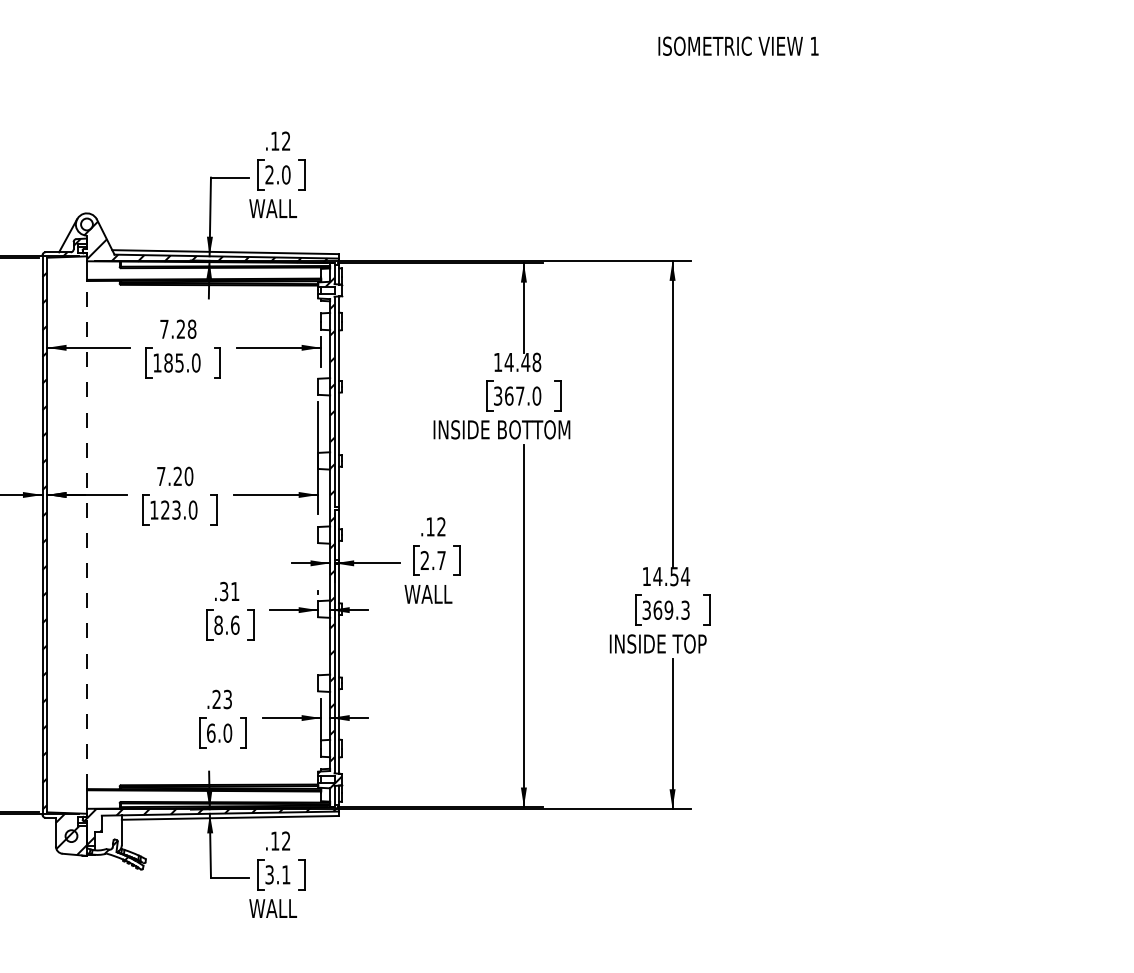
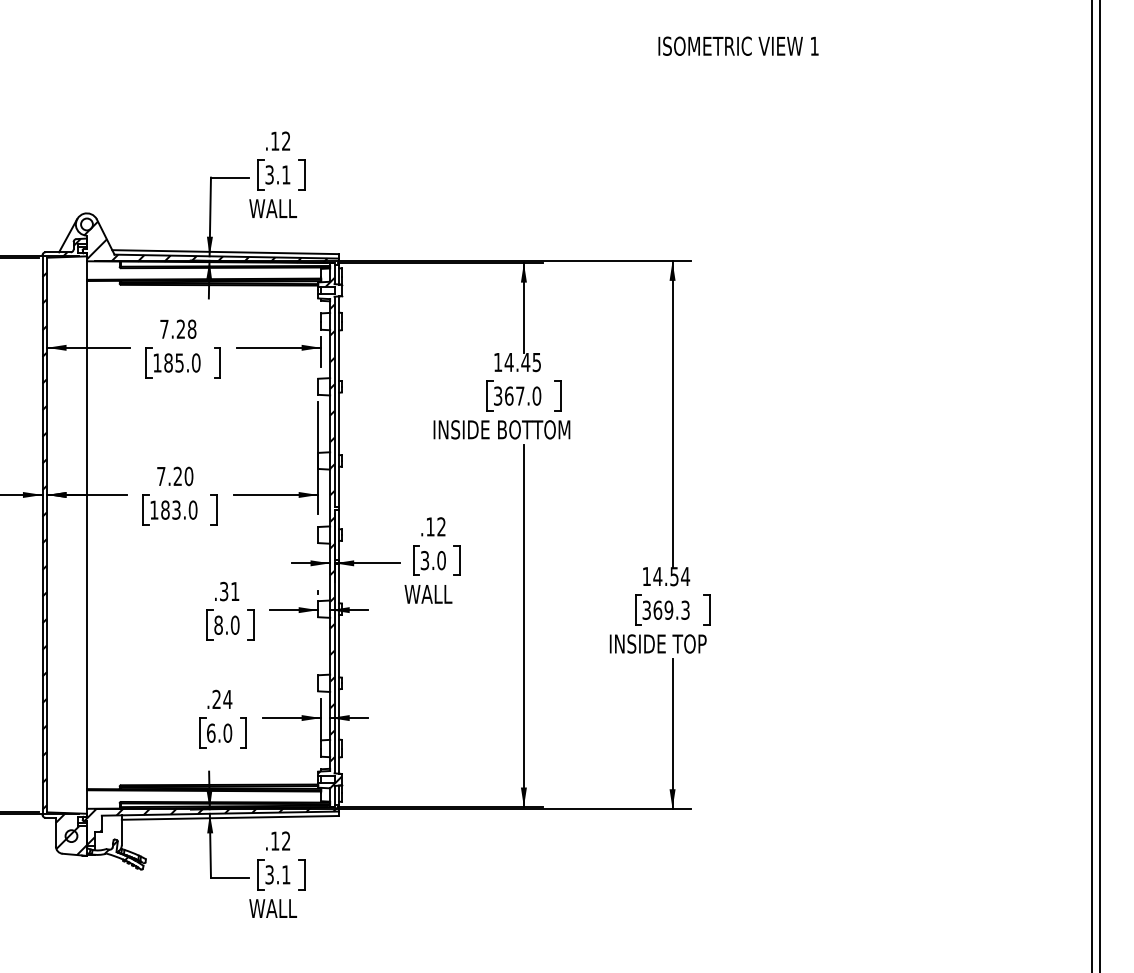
text at (277, 174): 2.0 -> 3.1
text at (536, 362): 14.48 -> 14.45
line at (1091, 485): none -> present
line at (1099, 485): none -> present
text at (165, 509): 123.0 -> 183.0
line at (87, 534): dashed -> solid
text at (432, 560): 2.7 -> 3.0
text at (235, 624): 8.6 -> 8.0
text at (227, 699): .23 -> .24
